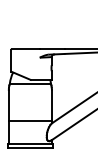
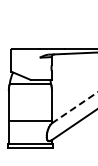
line at (75, 107): solid -> dashed
